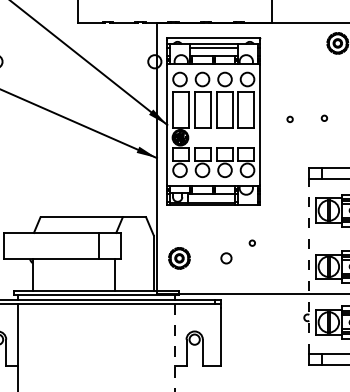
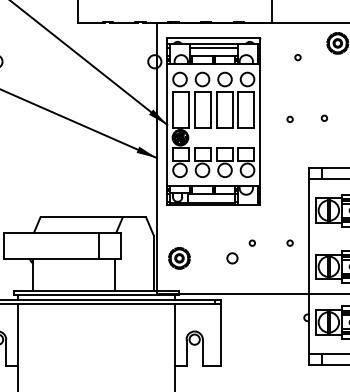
circle at (297, 57): none -> present
circle at (289, 242): none -> present
circle at (226, 258) position: (226, 258) -> (232, 258)
line at (309, 266): dashed -> solid
line at (175, 348): dashed -> solid
